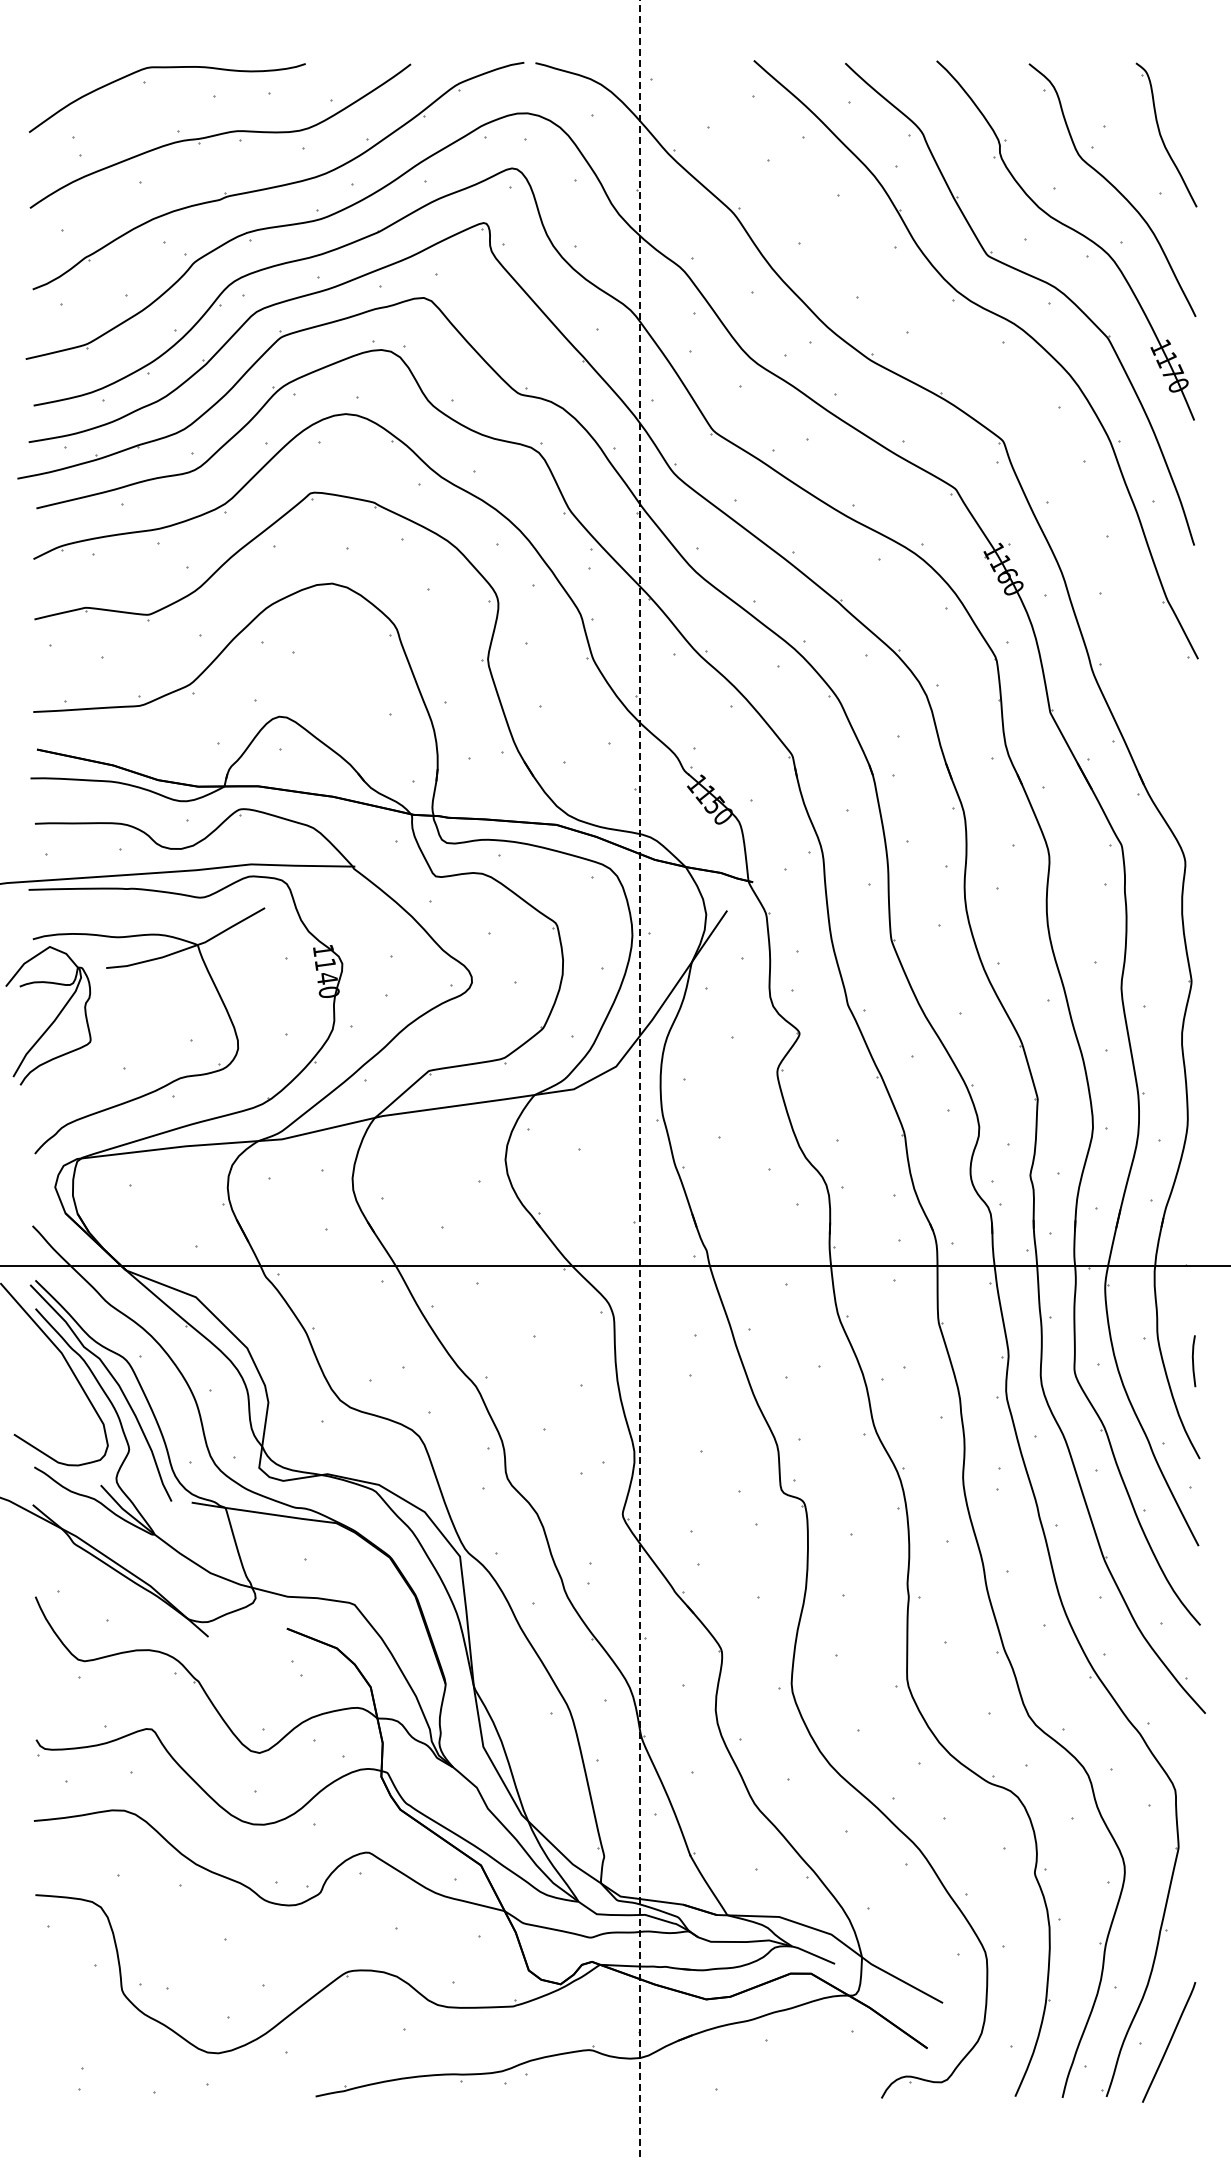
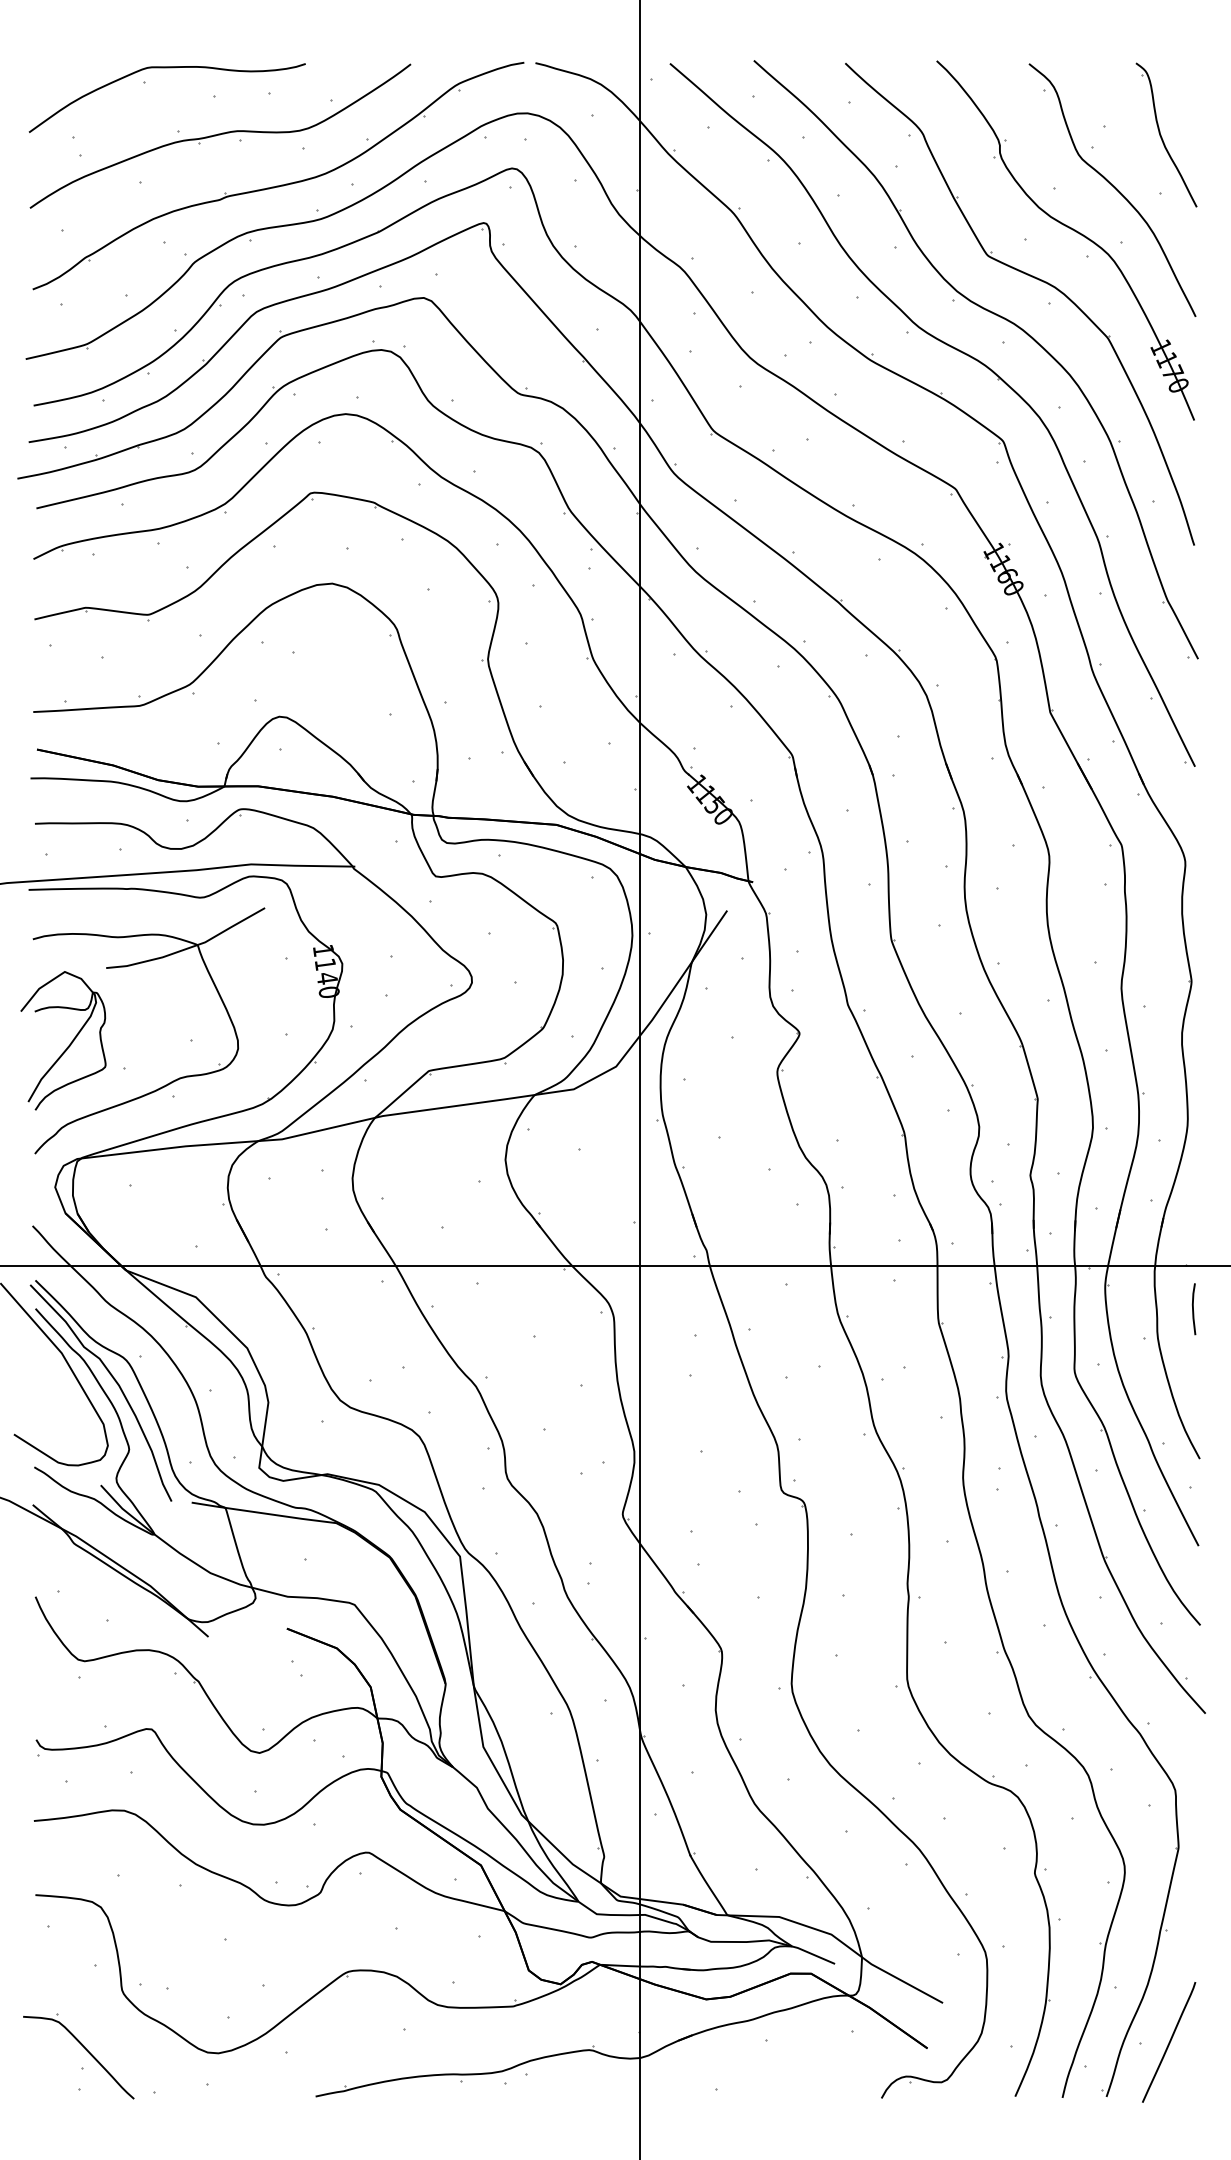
part at (962, 353): none -> present
part at (53, 1020) position: (53, 1020) -> (68, 1045)
line at (640, 1080): dashed -> solid
line at (1193, 1361) position: (1193, 1361) -> (1193, 1309)
part at (87, 2052): none -> present
